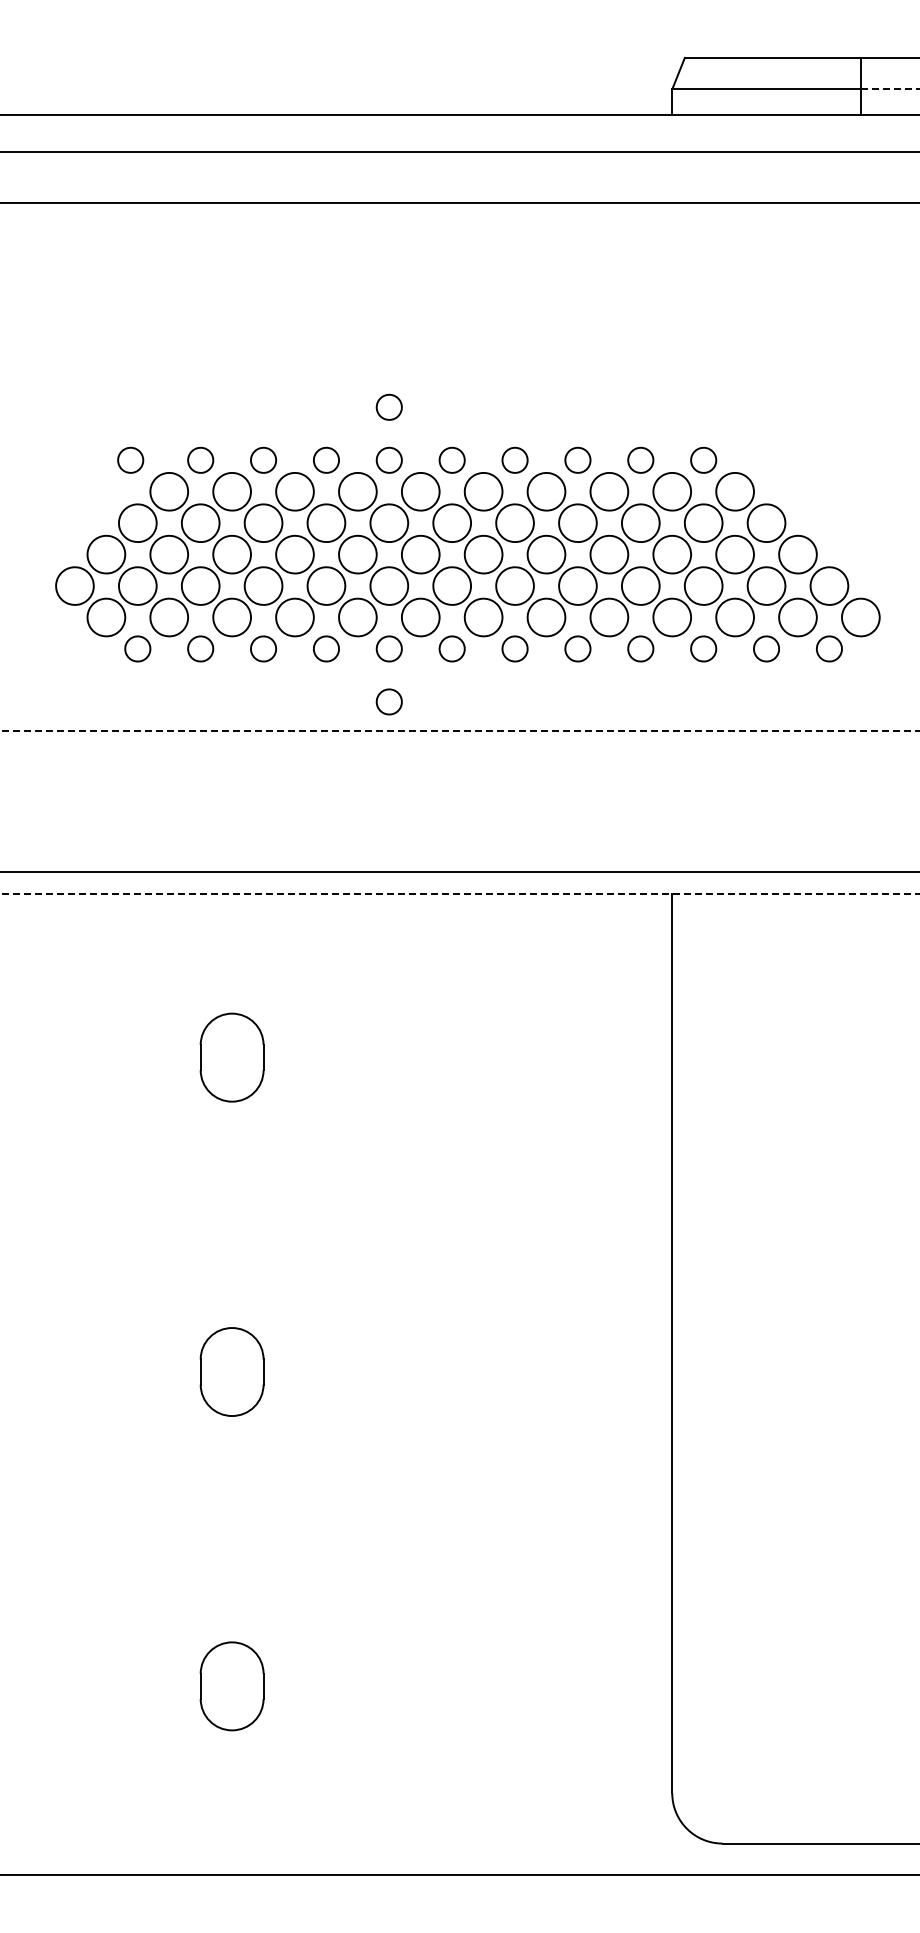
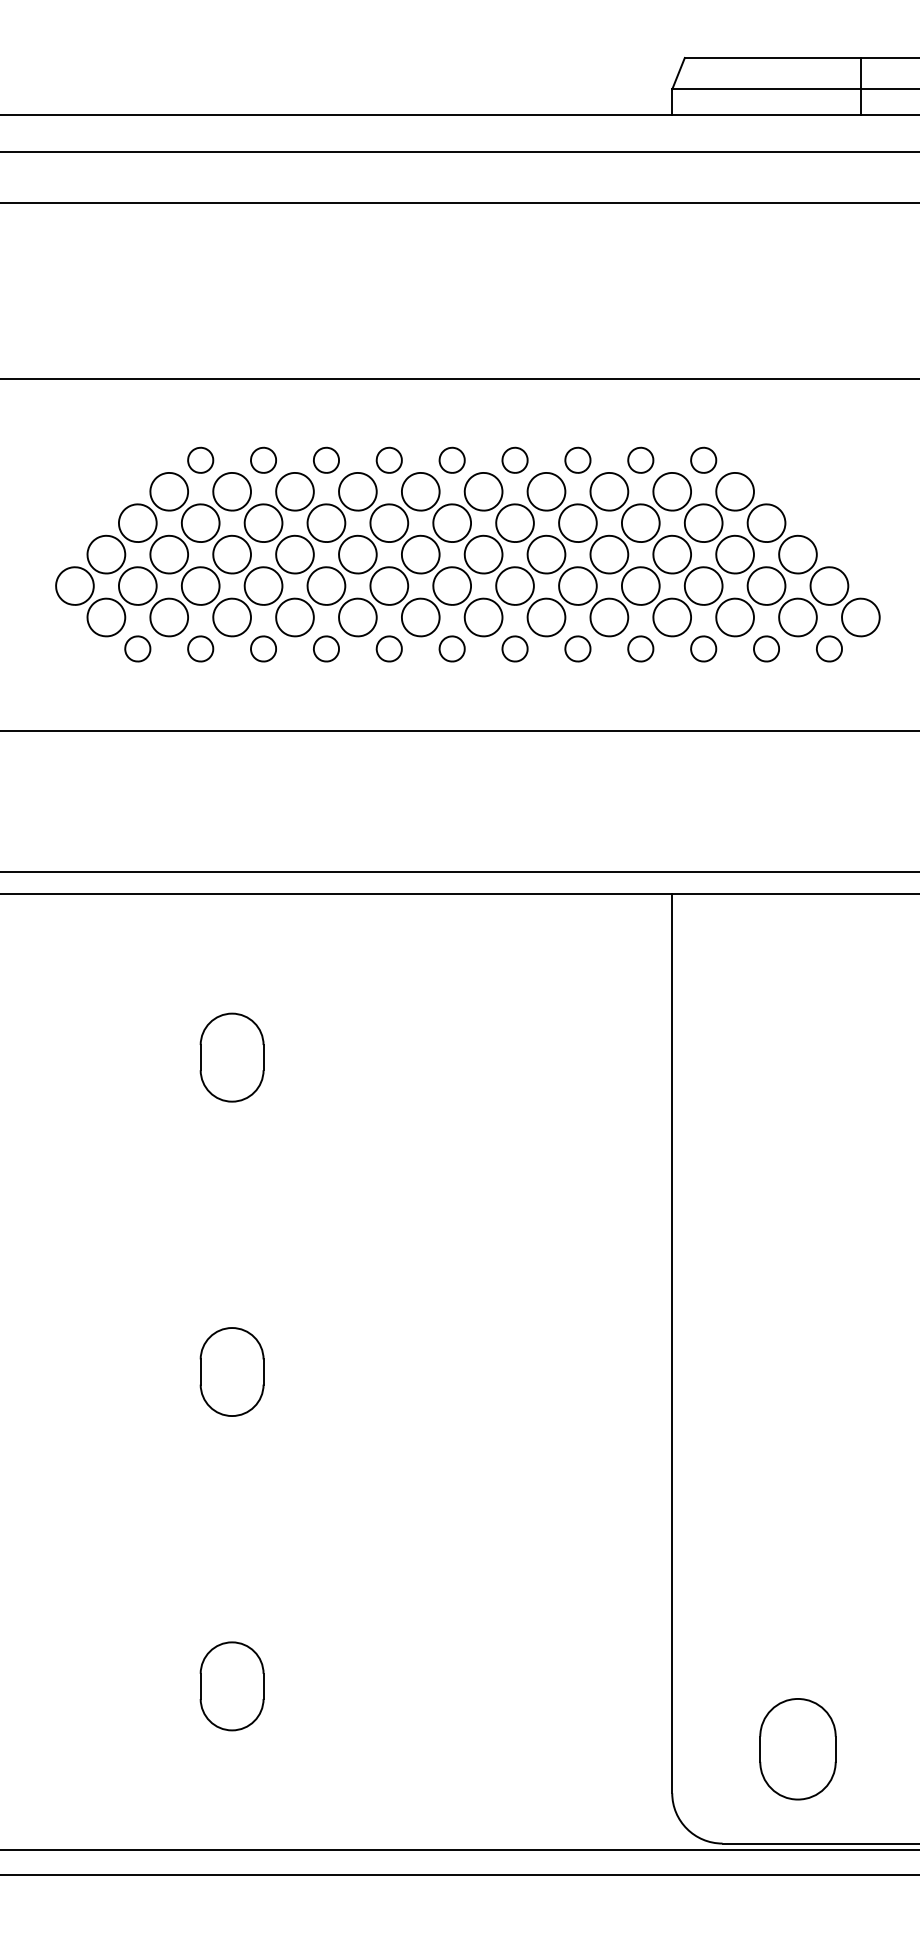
line at (890, 89): dashed -> solid
line at (459, 378): none -> present
part at (388, 406): present -> none
part at (130, 459): present -> none
part at (388, 701): present -> none
line at (459, 730): dashed -> solid
line at (459, 894): dashed -> solid
part at (797, 1749): none -> present
line at (459, 1849): none -> present
